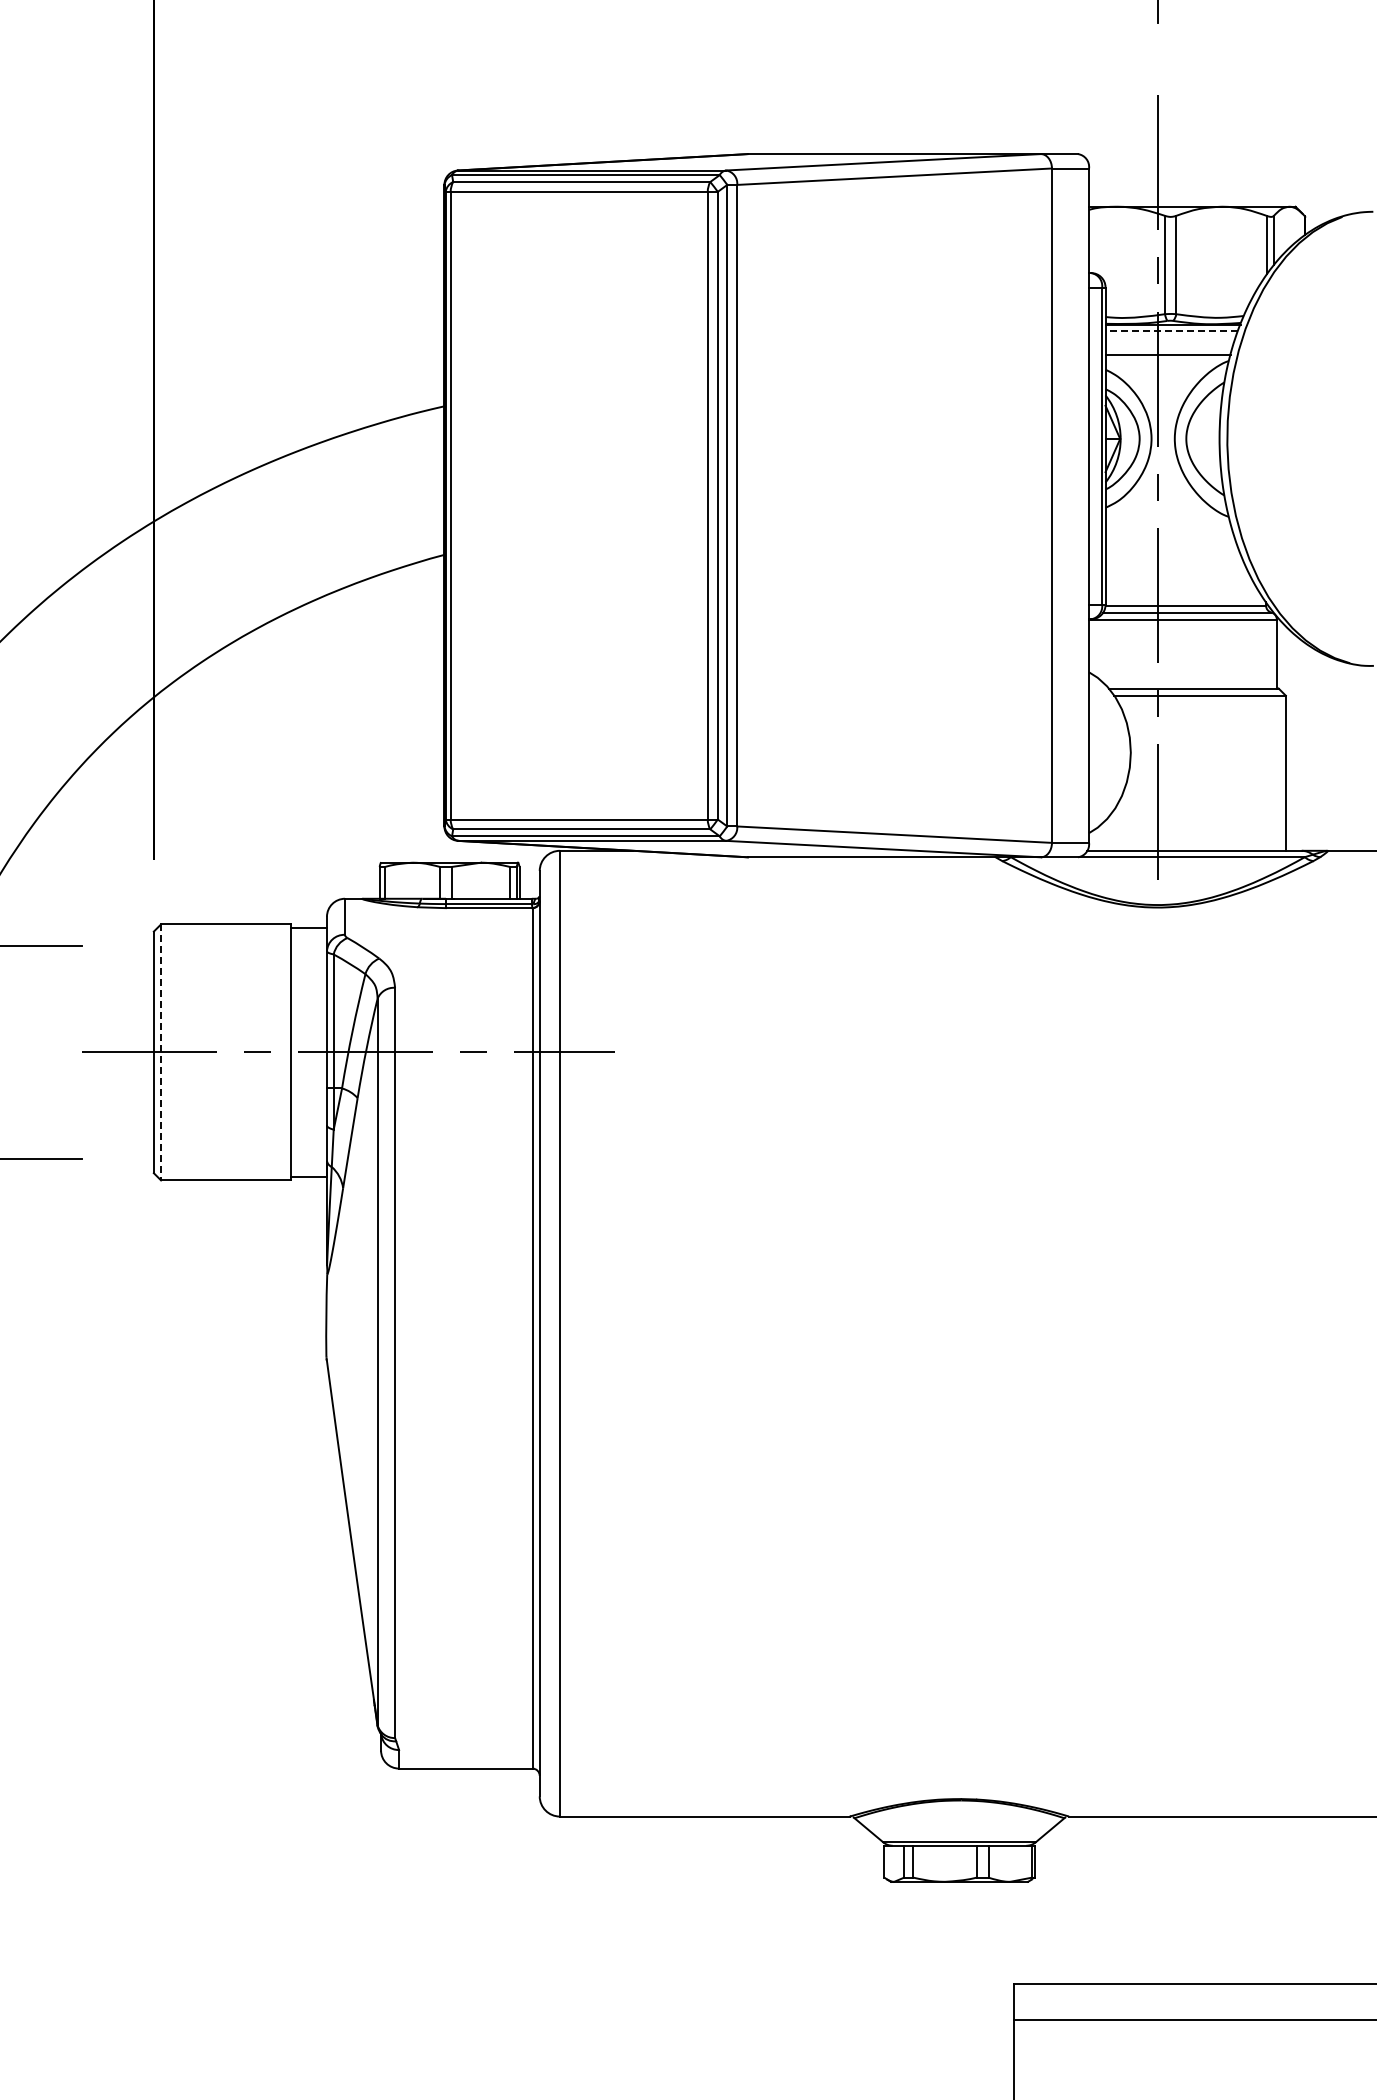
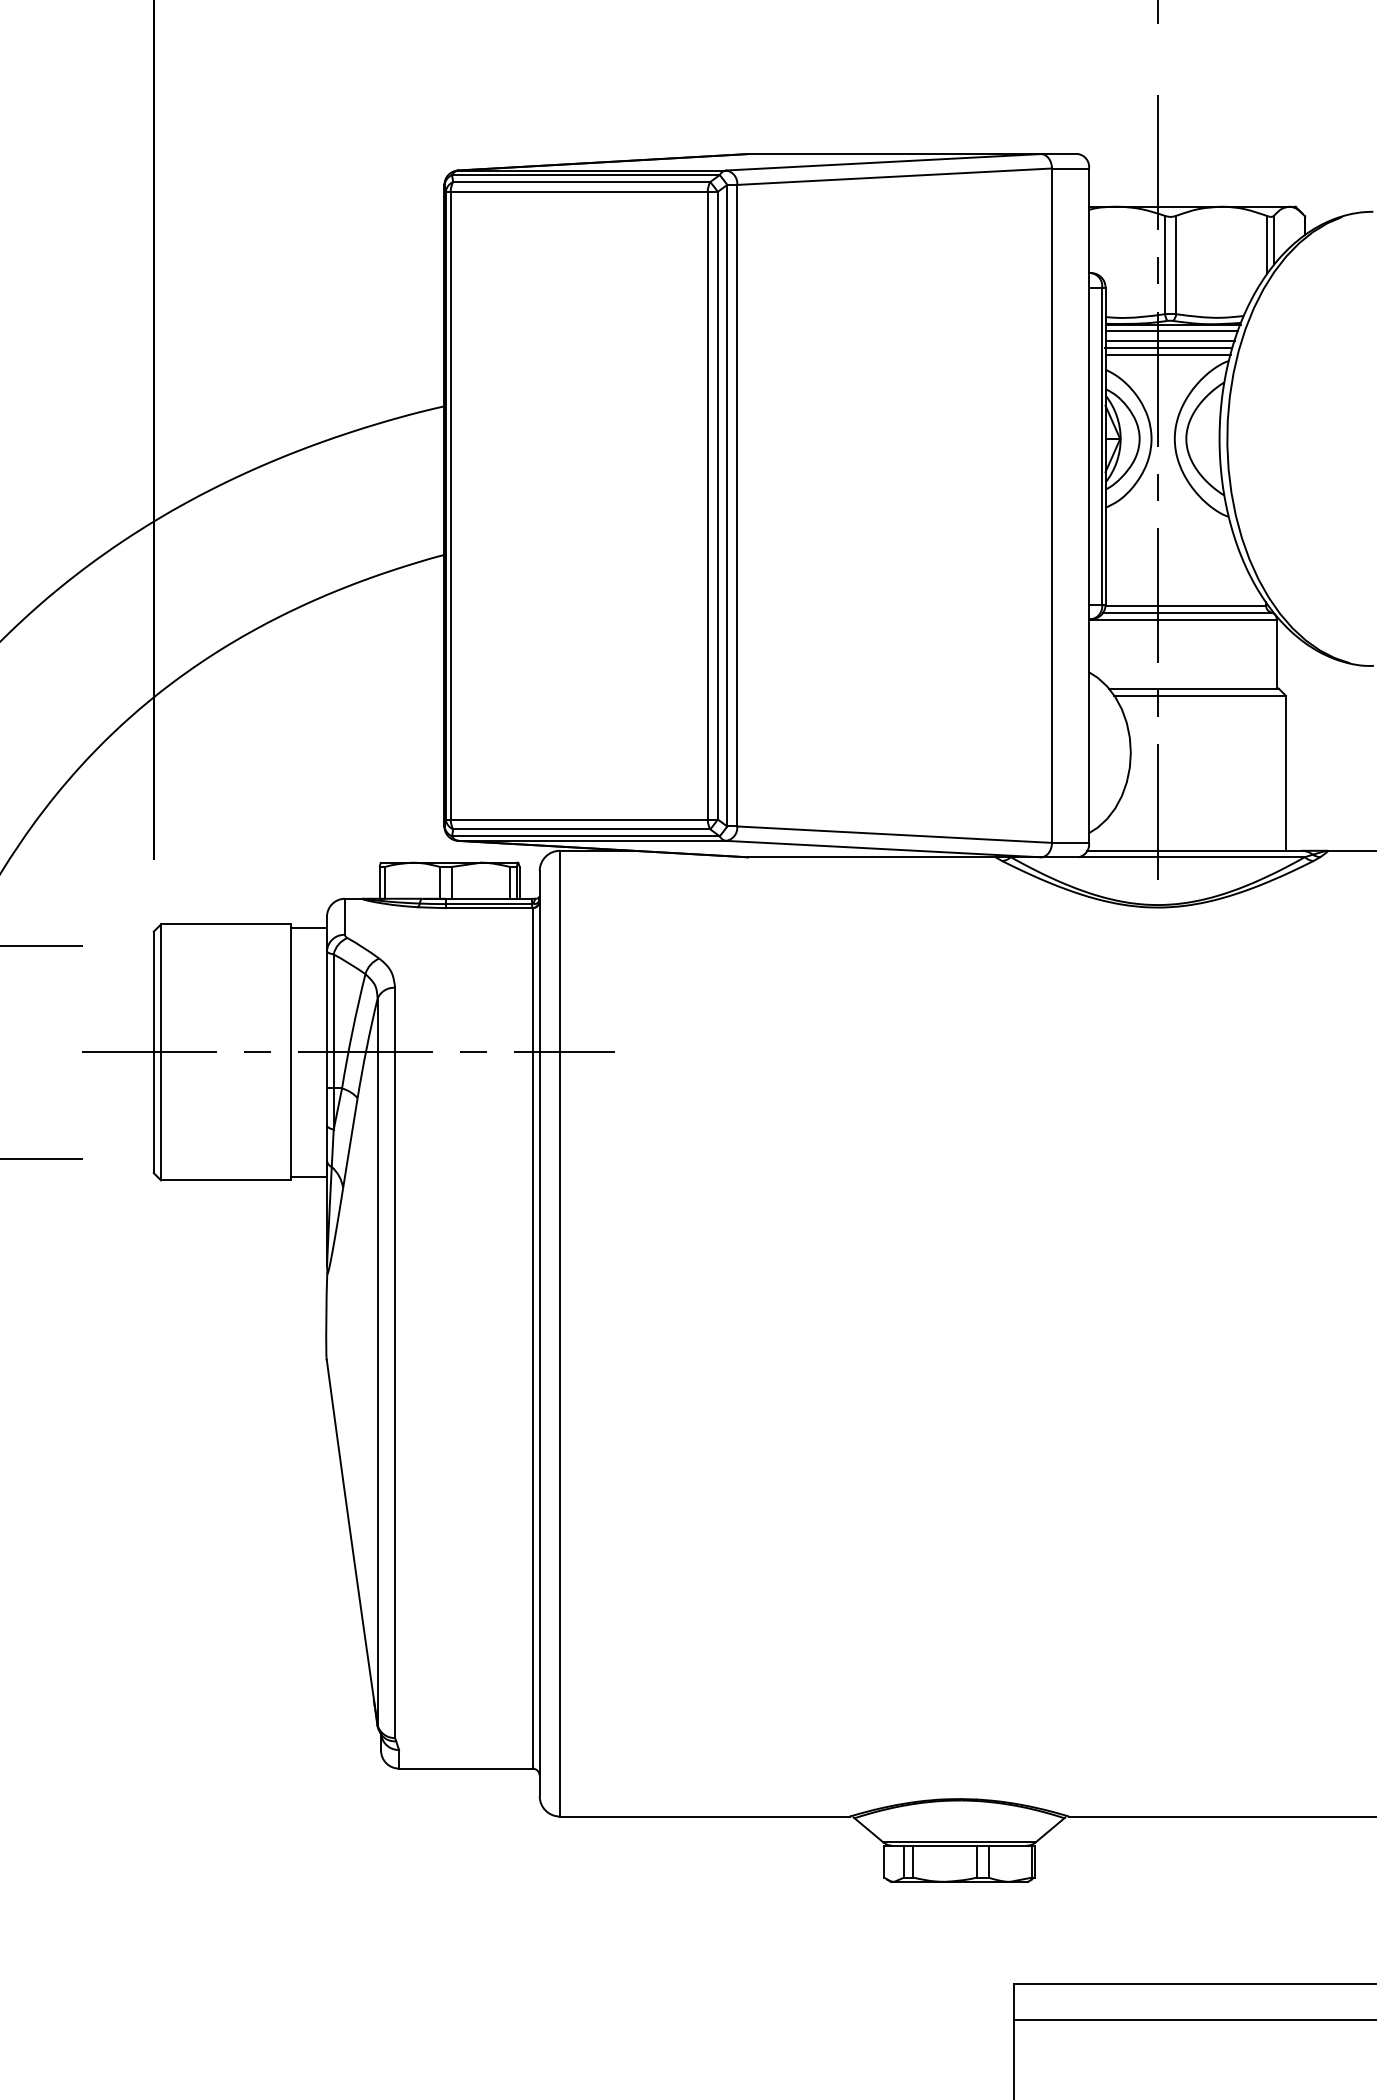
line at (1171, 331): dashed -> solid
line at (1169, 340): none -> present
line at (1168, 348): none -> present
line at (161, 1052): dashed -> solid
